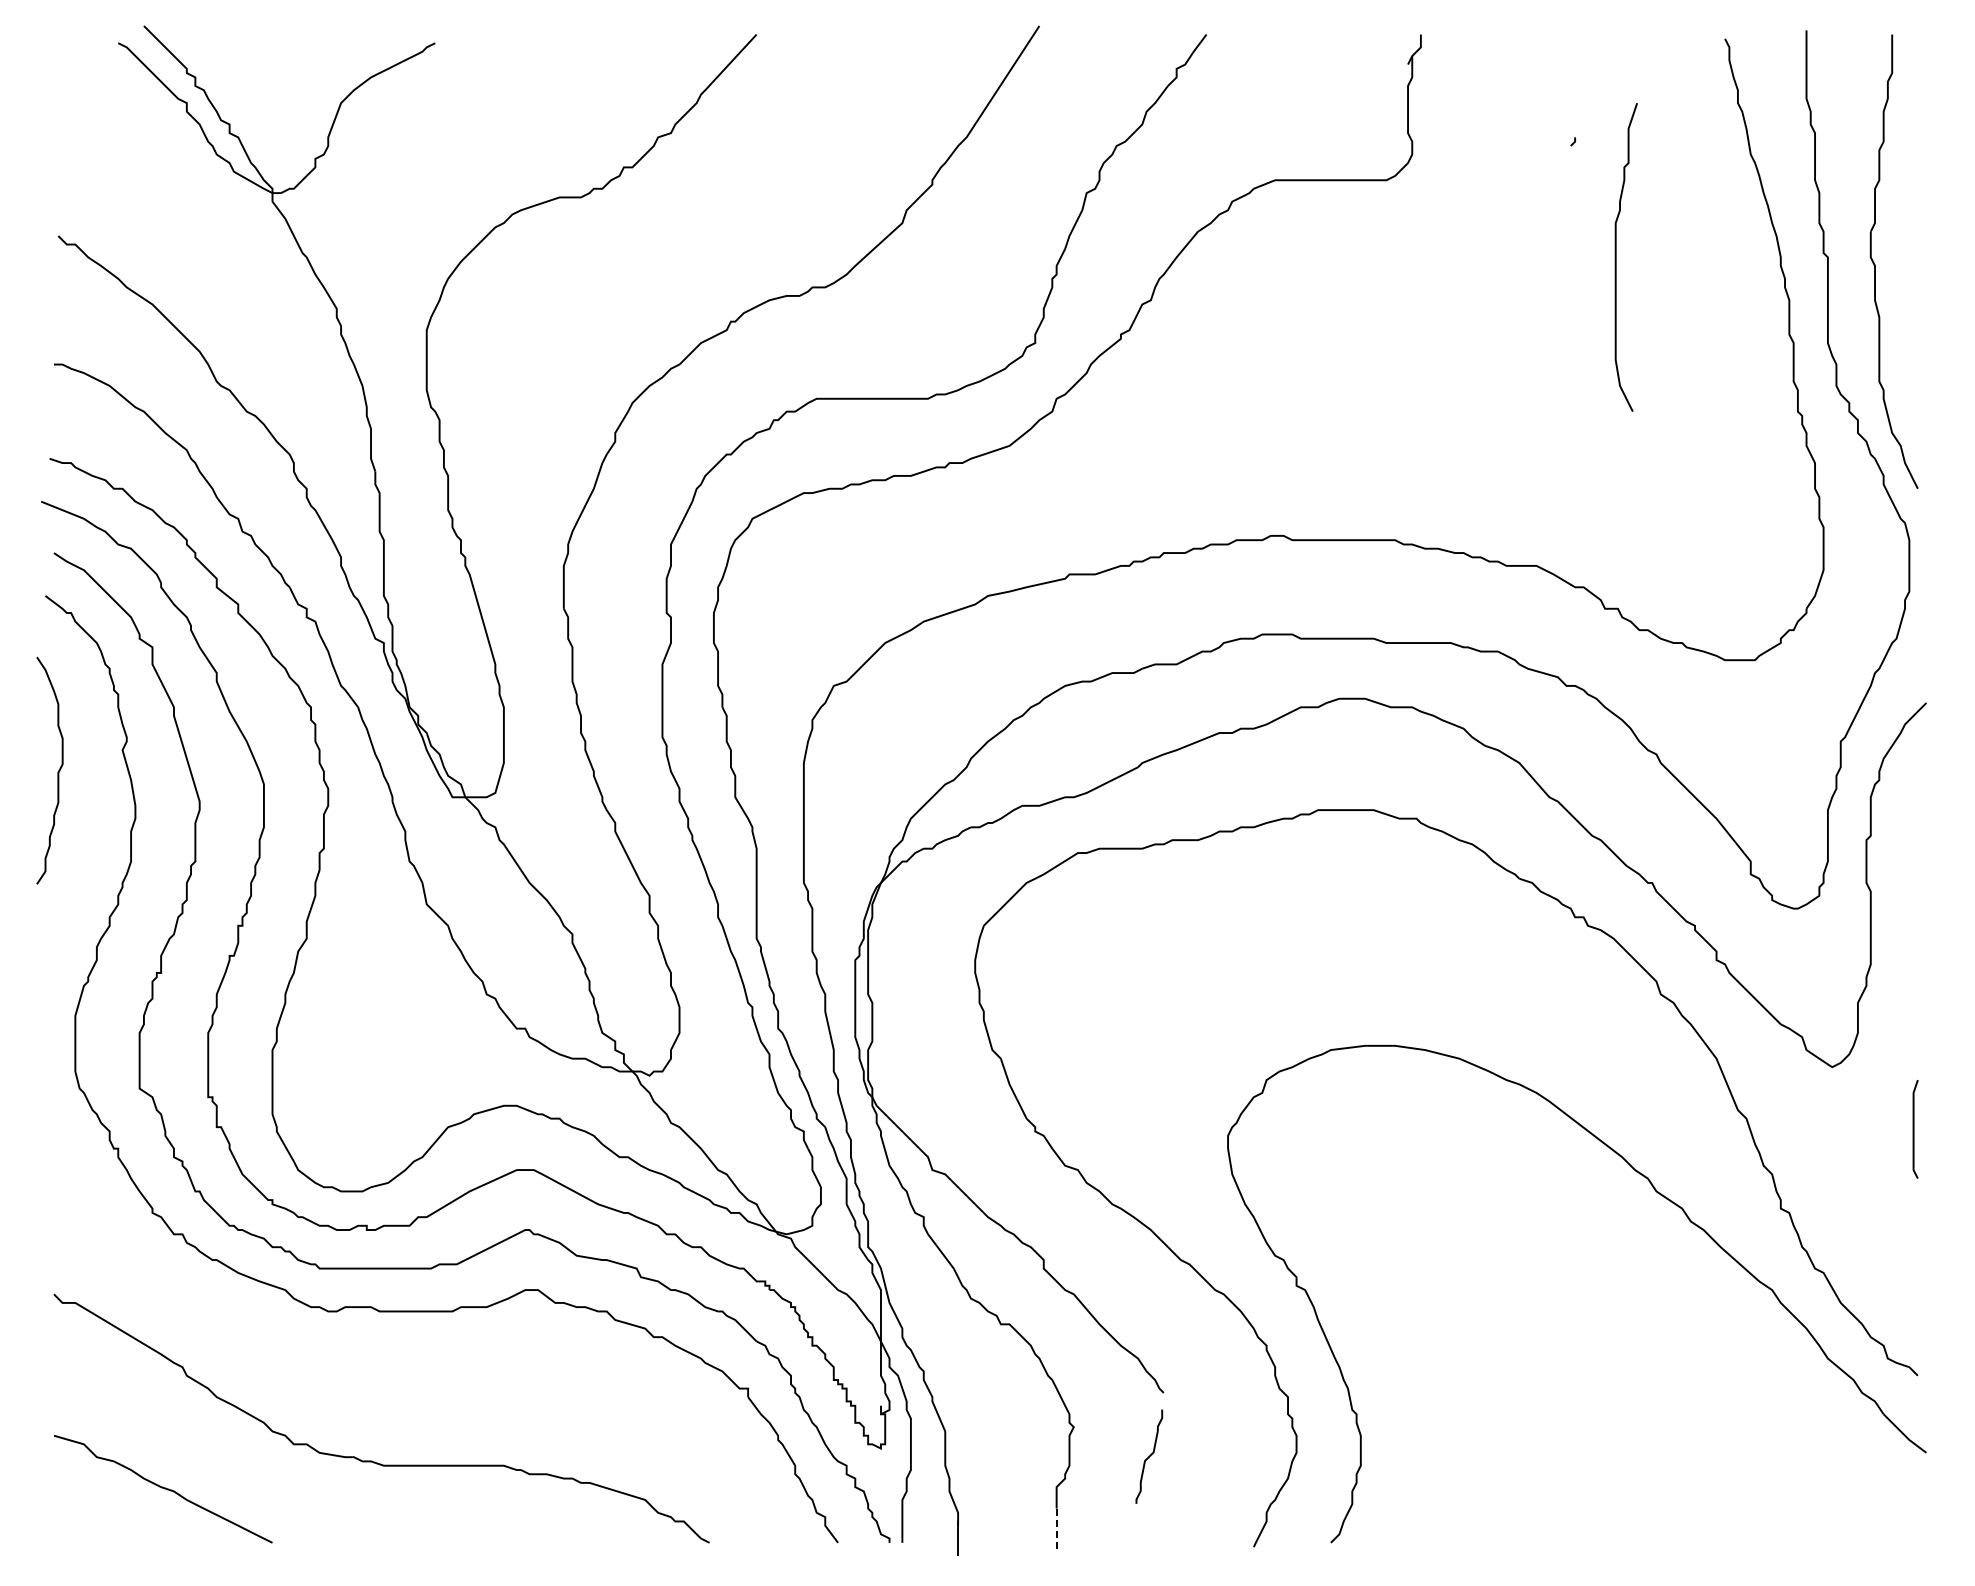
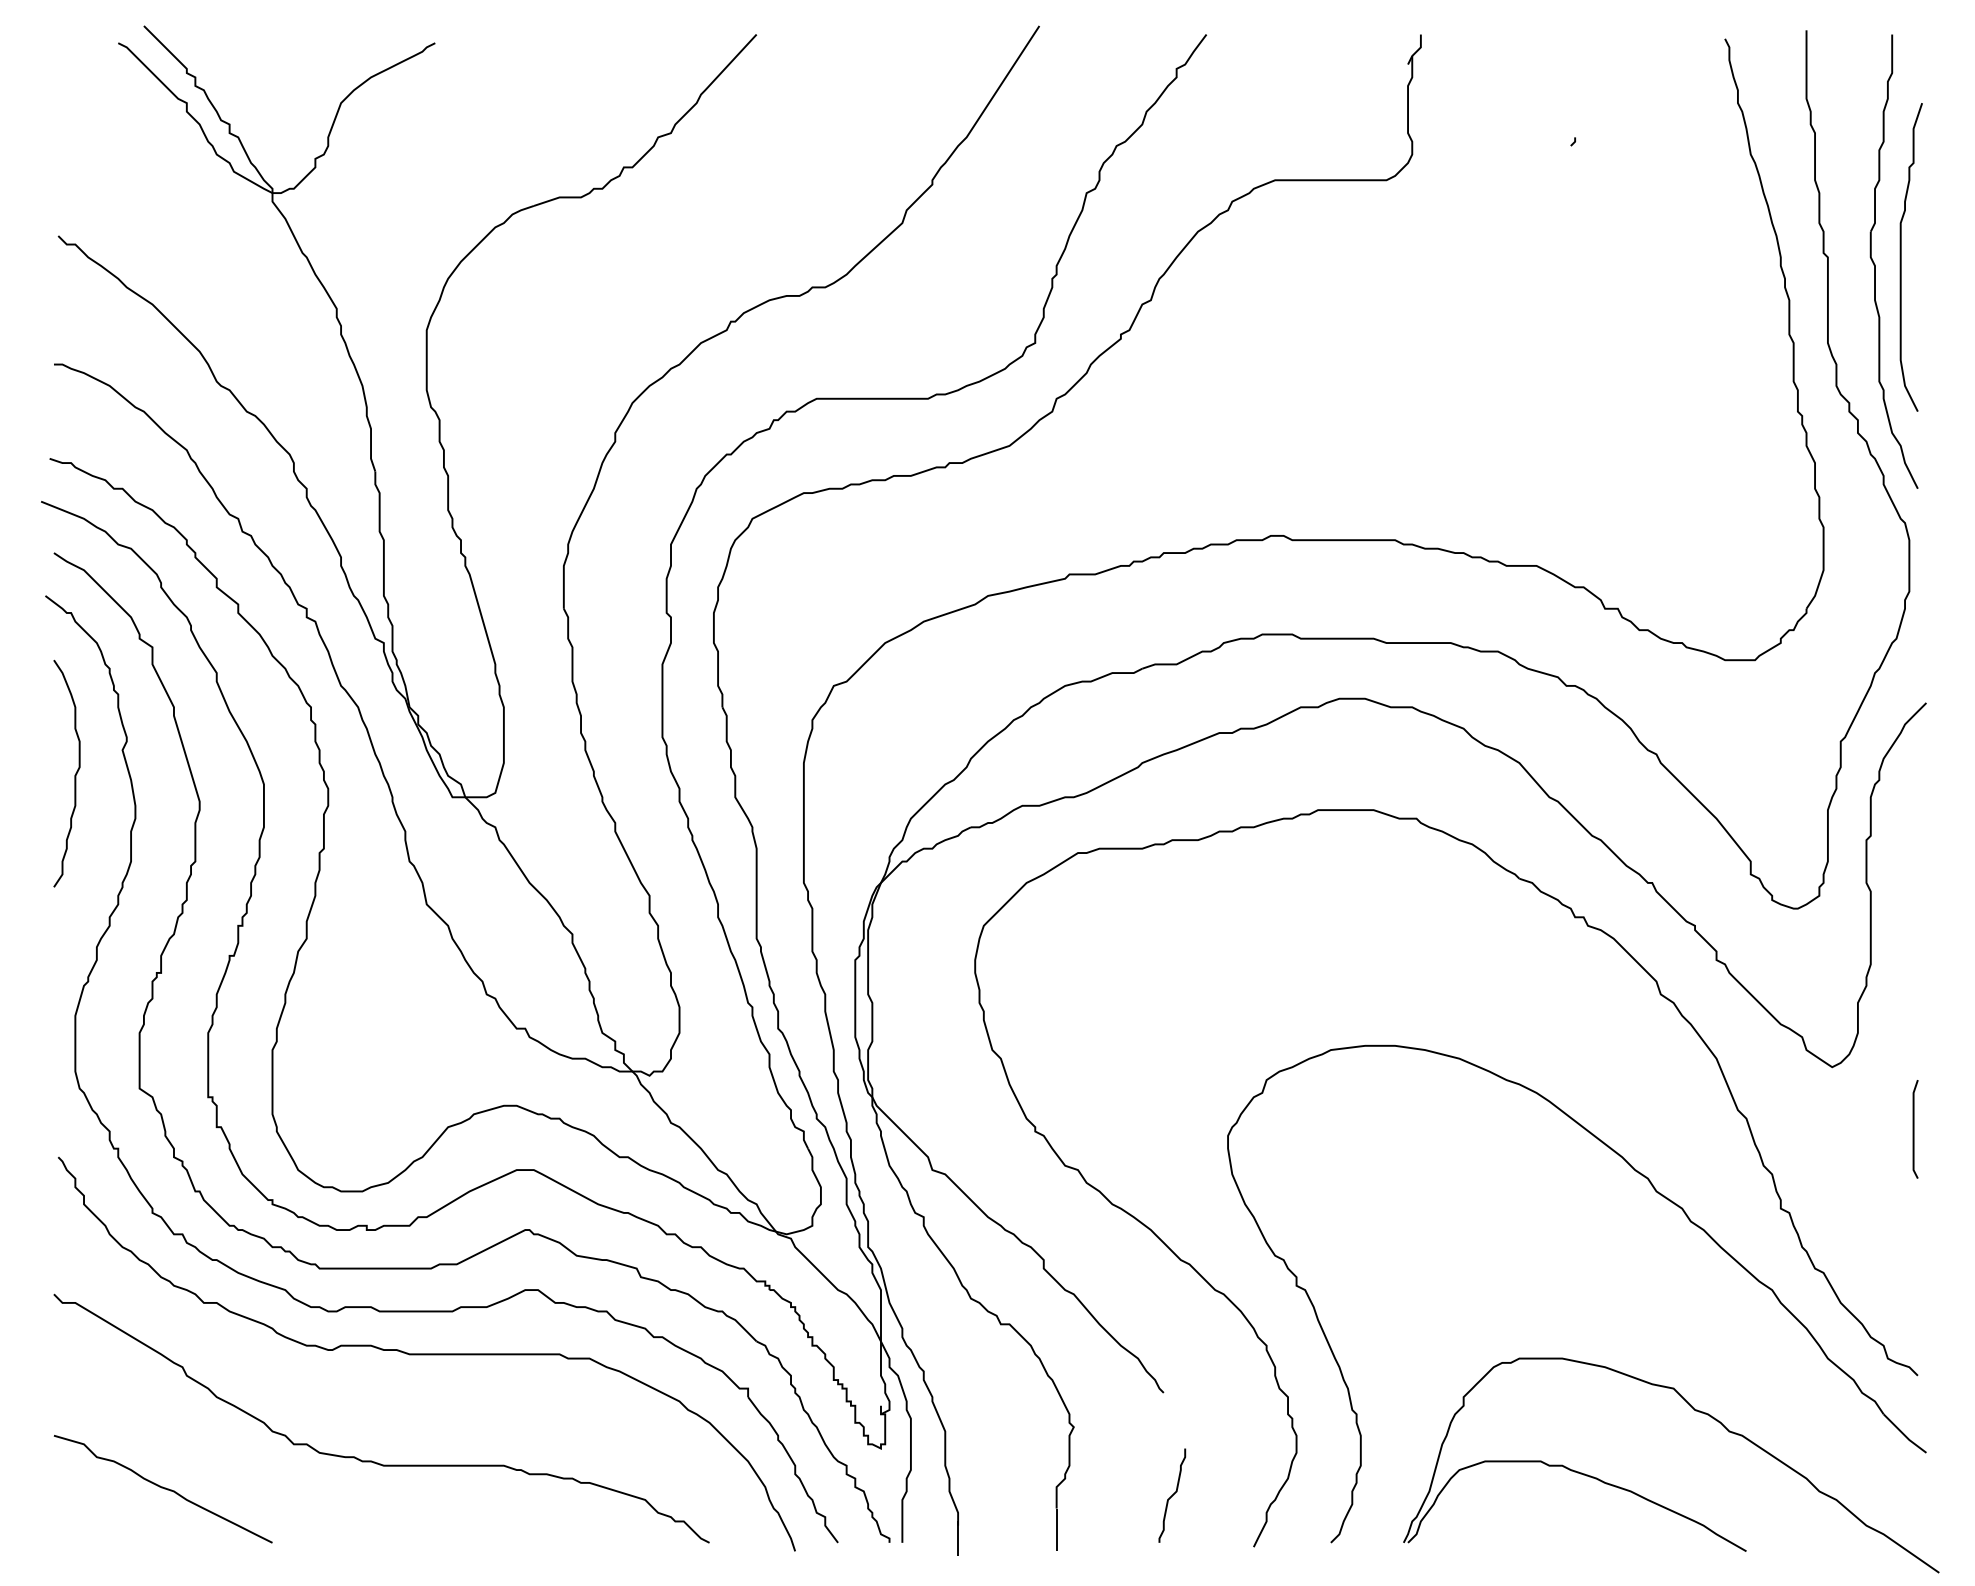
curve at (1616, 257) position: (1616, 257) -> (1901, 257)
curve at (57, 772) position: (57, 772) -> (74, 775)
curve at (426, 1354): none -> present
curve at (1149, 1456) position: (1149, 1456) -> (1172, 1495)
part at (1654, 1501): none -> present
line at (1056, 1530): dashed -> solid
